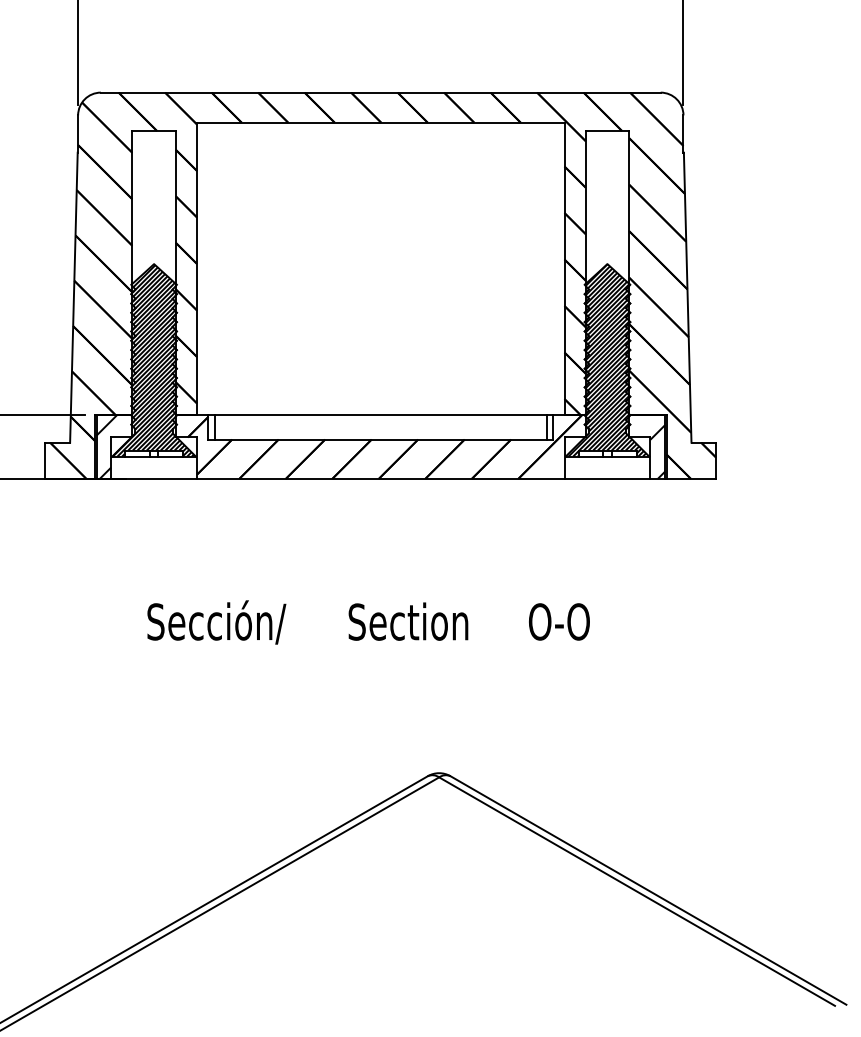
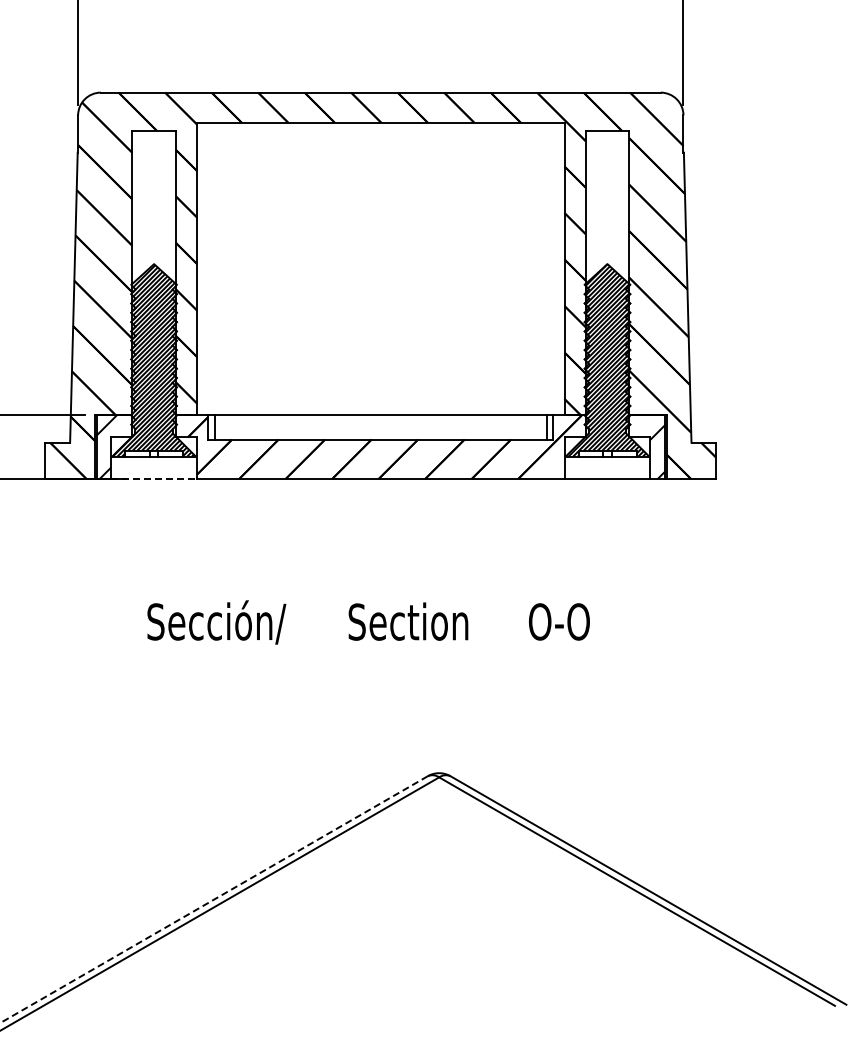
line at (154, 478): solid -> dashed
line at (213, 899): solid -> dashed
